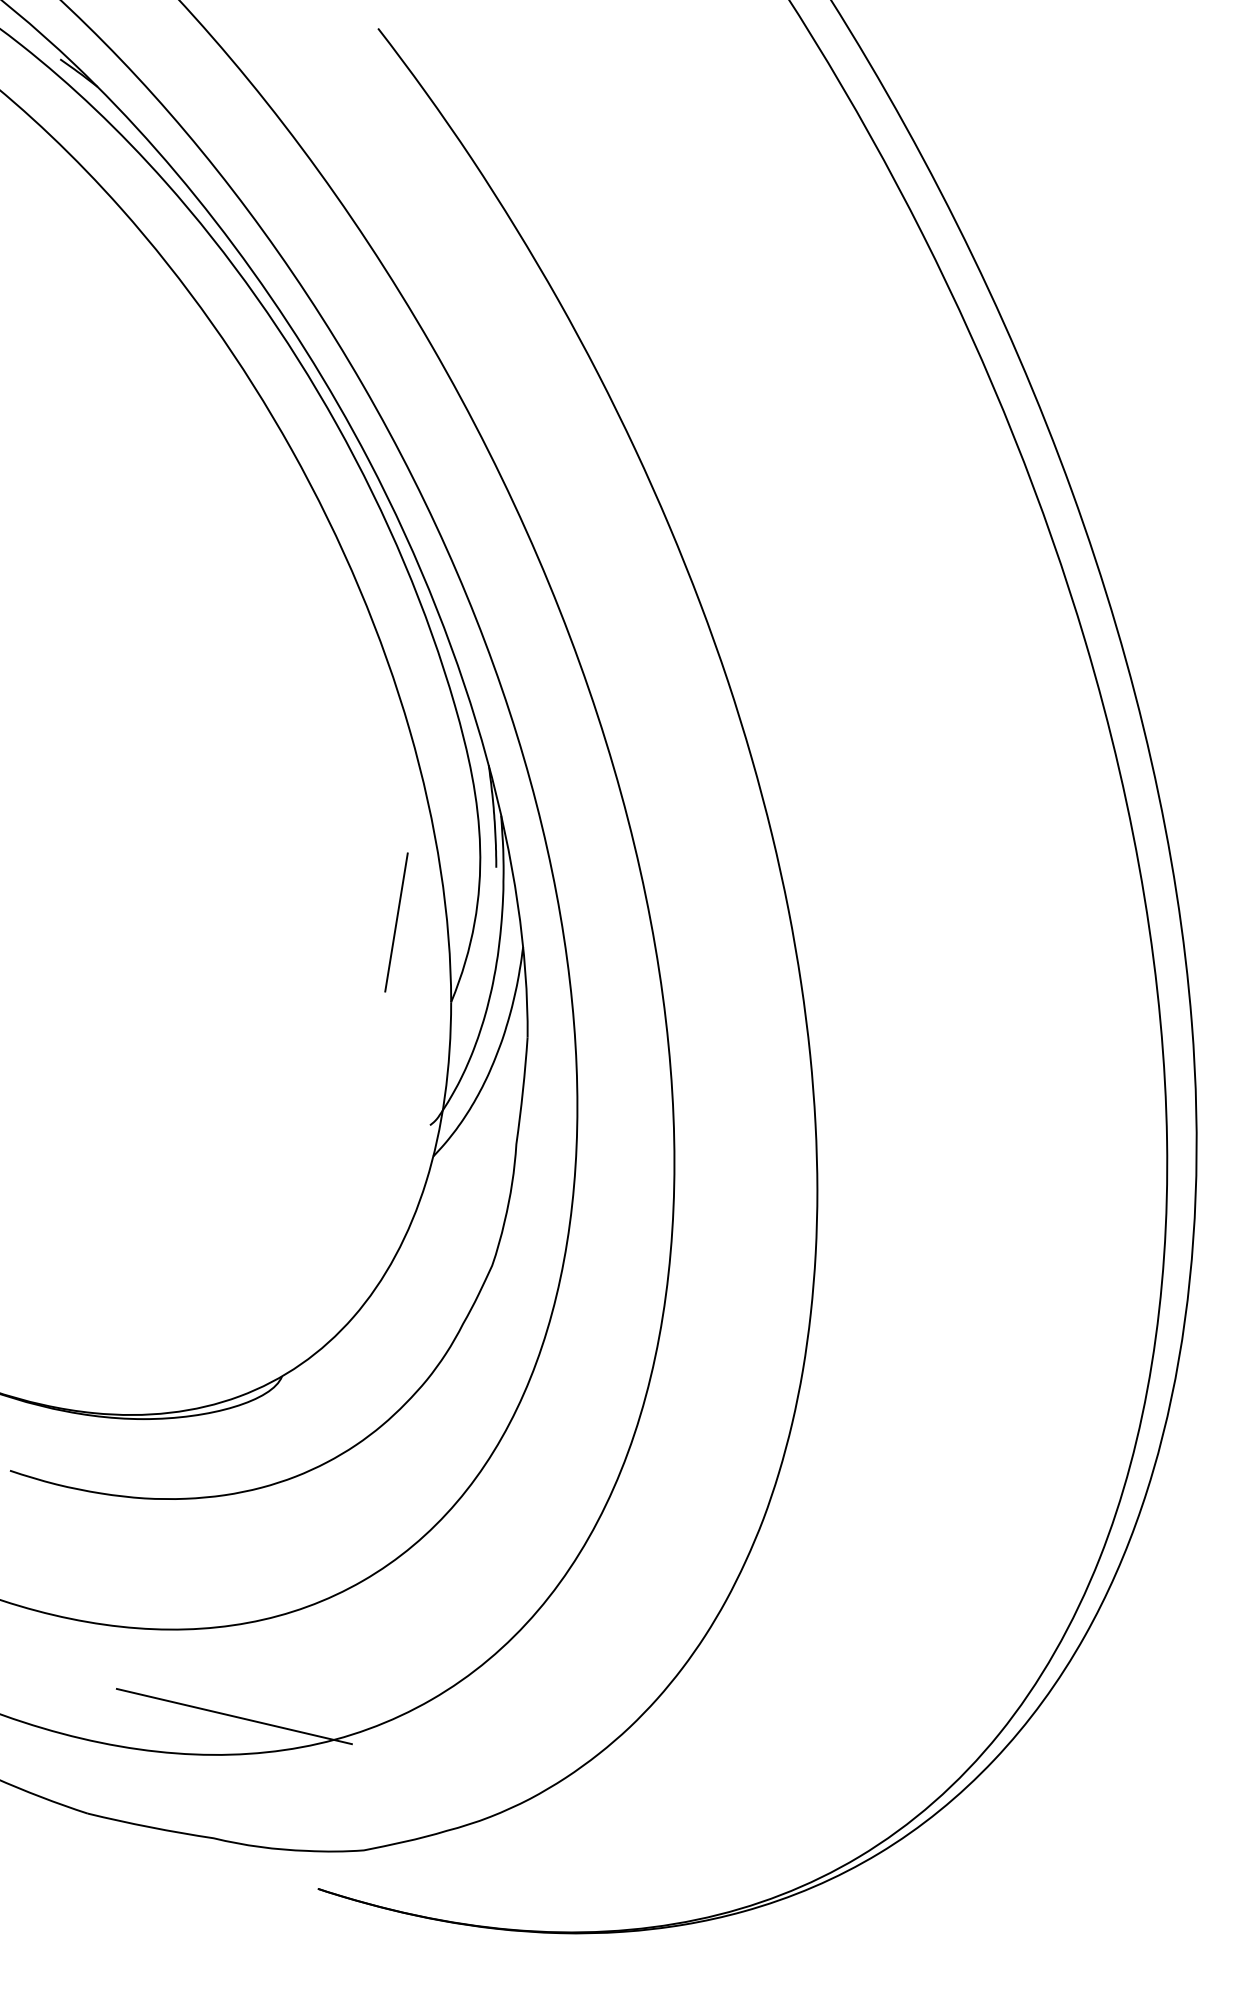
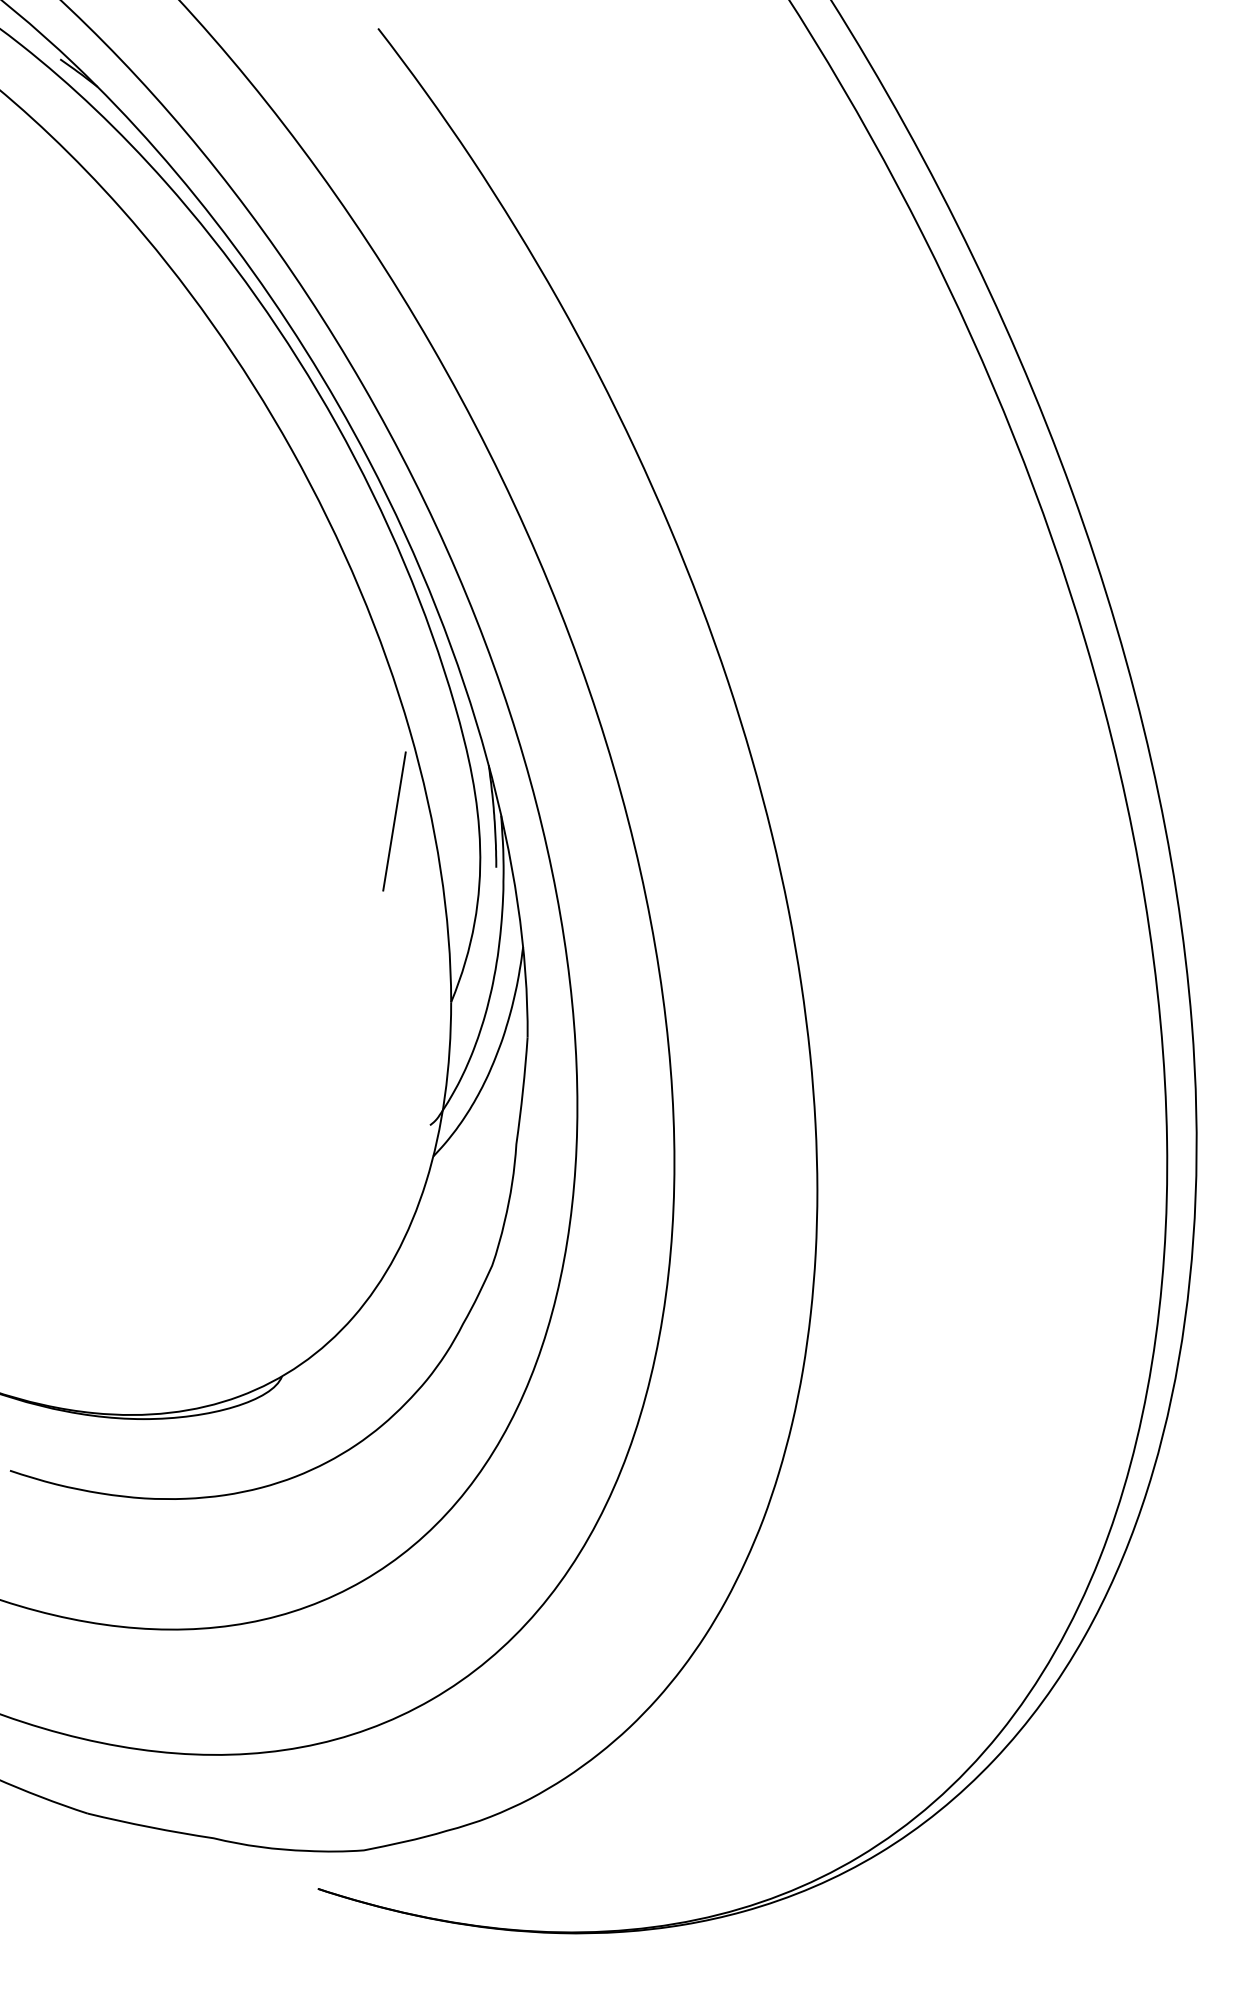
line at (396, 922) position: (396, 922) -> (394, 821)
line at (233, 1716): present -> none
